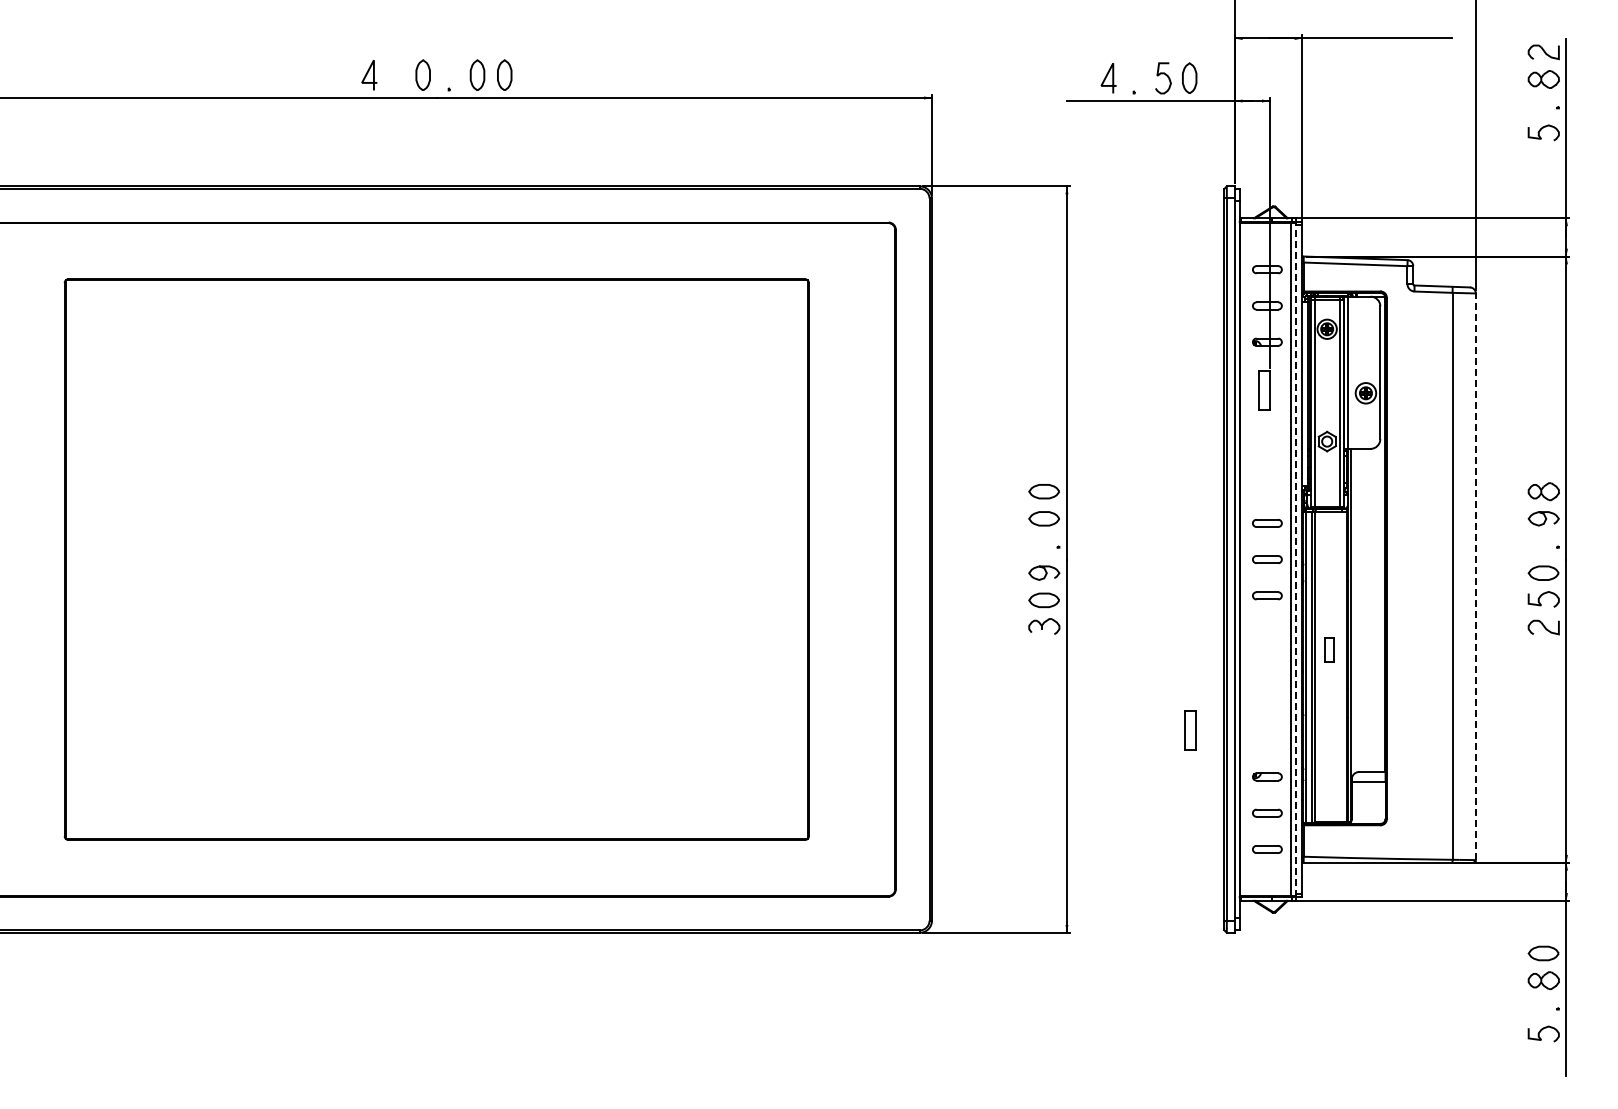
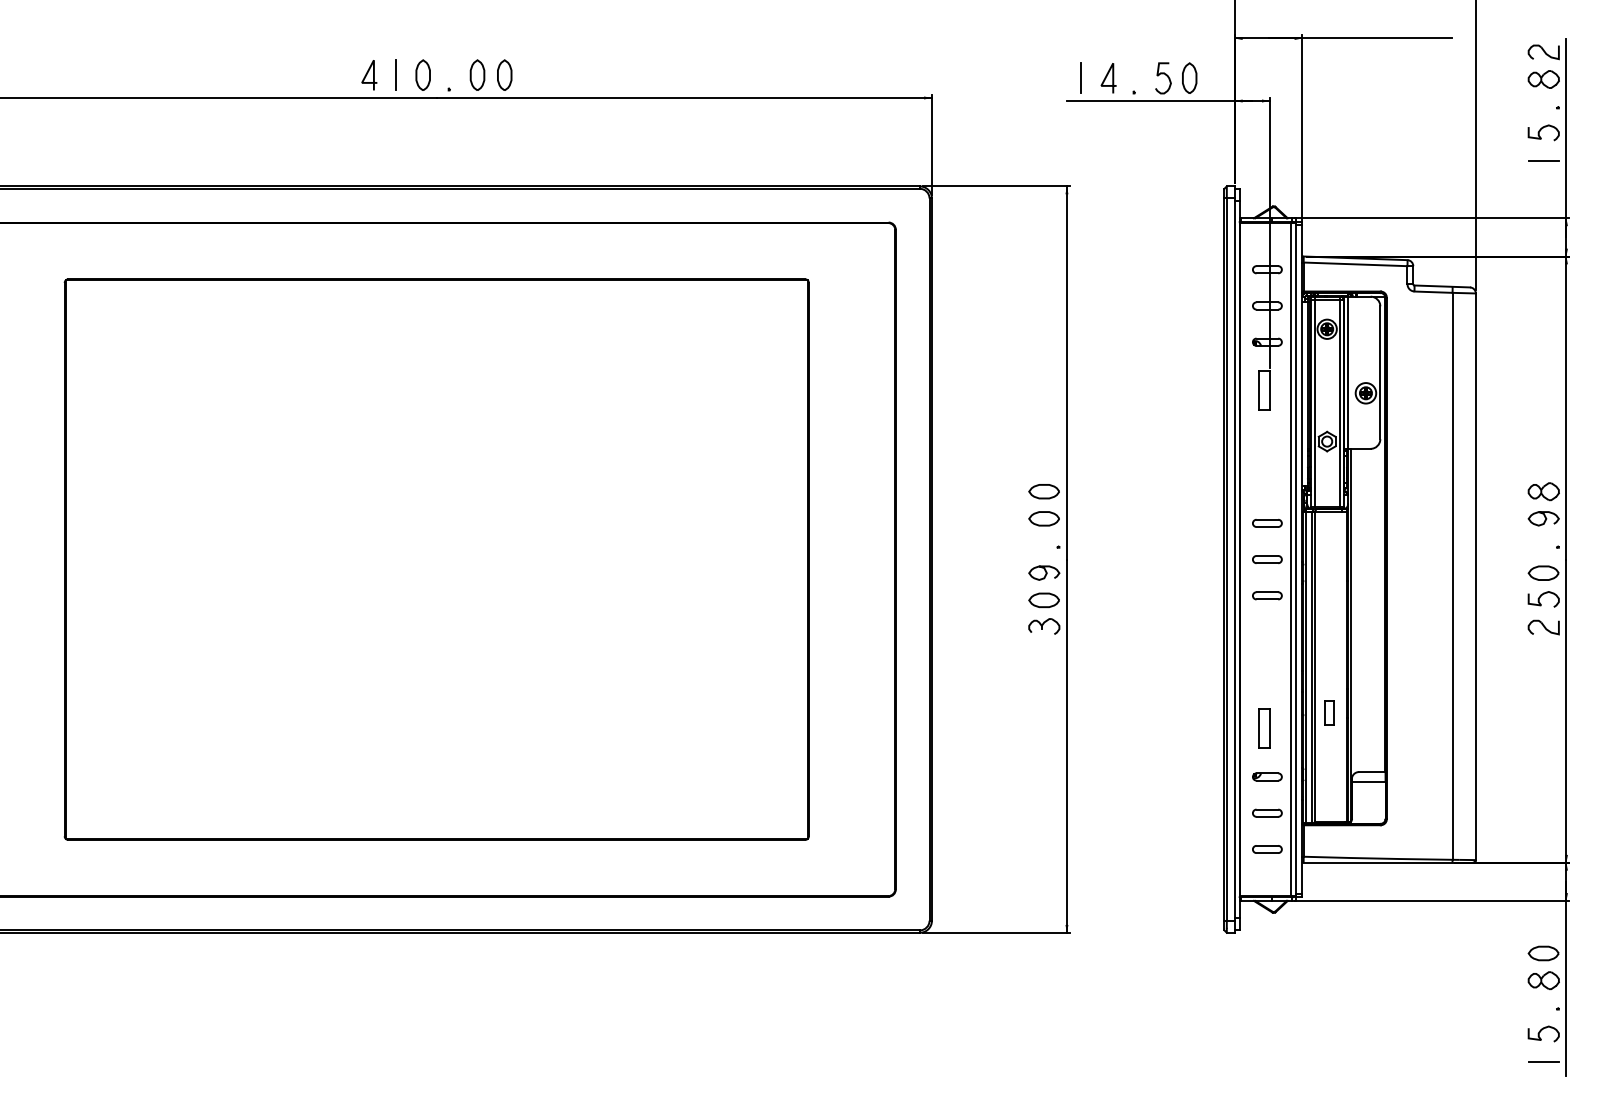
line at (396, 75): none -> present
line at (1080, 78): none -> present
line at (1543, 161): none -> present
line at (1296, 559): dashed -> solid
line at (1475, 576): dashed -> solid
part at (1329, 649) position: (1329, 649) -> (1329, 712)
part at (1190, 730) position: (1190, 730) -> (1264, 728)
line at (1543, 1062): none -> present
